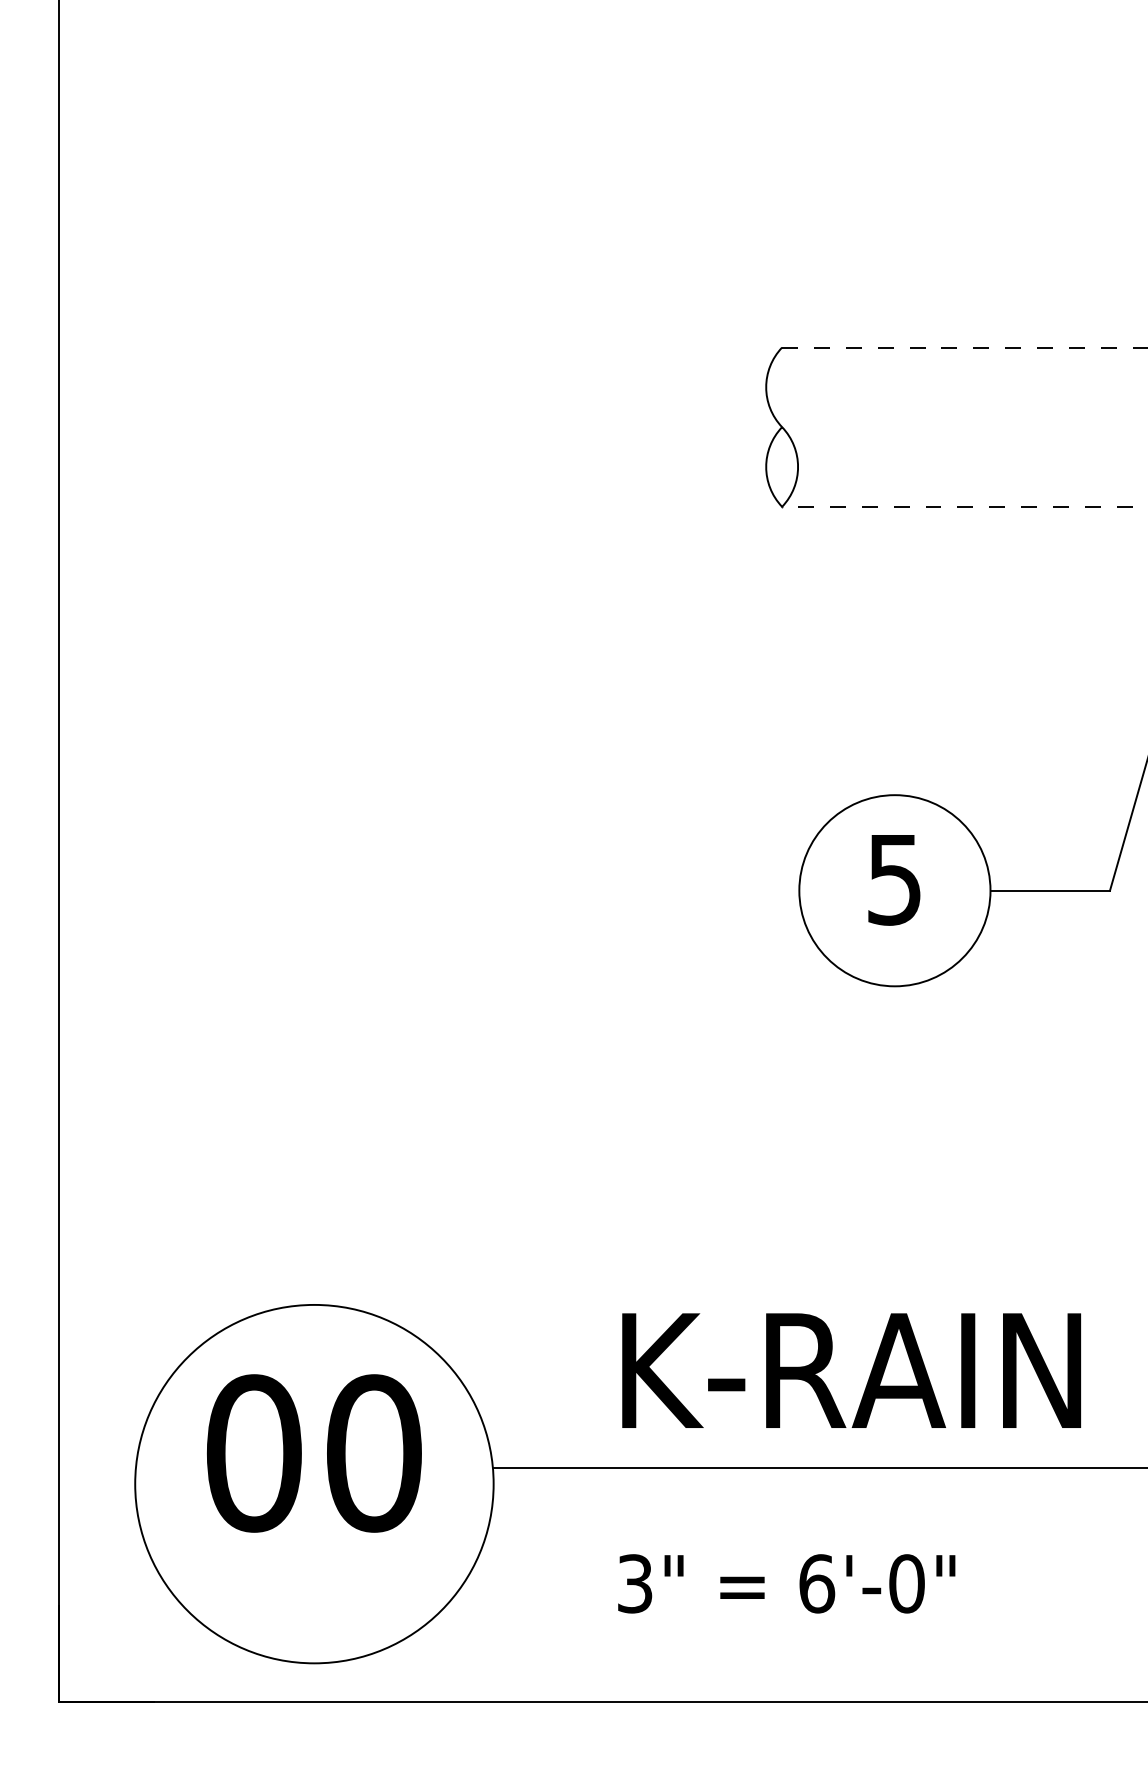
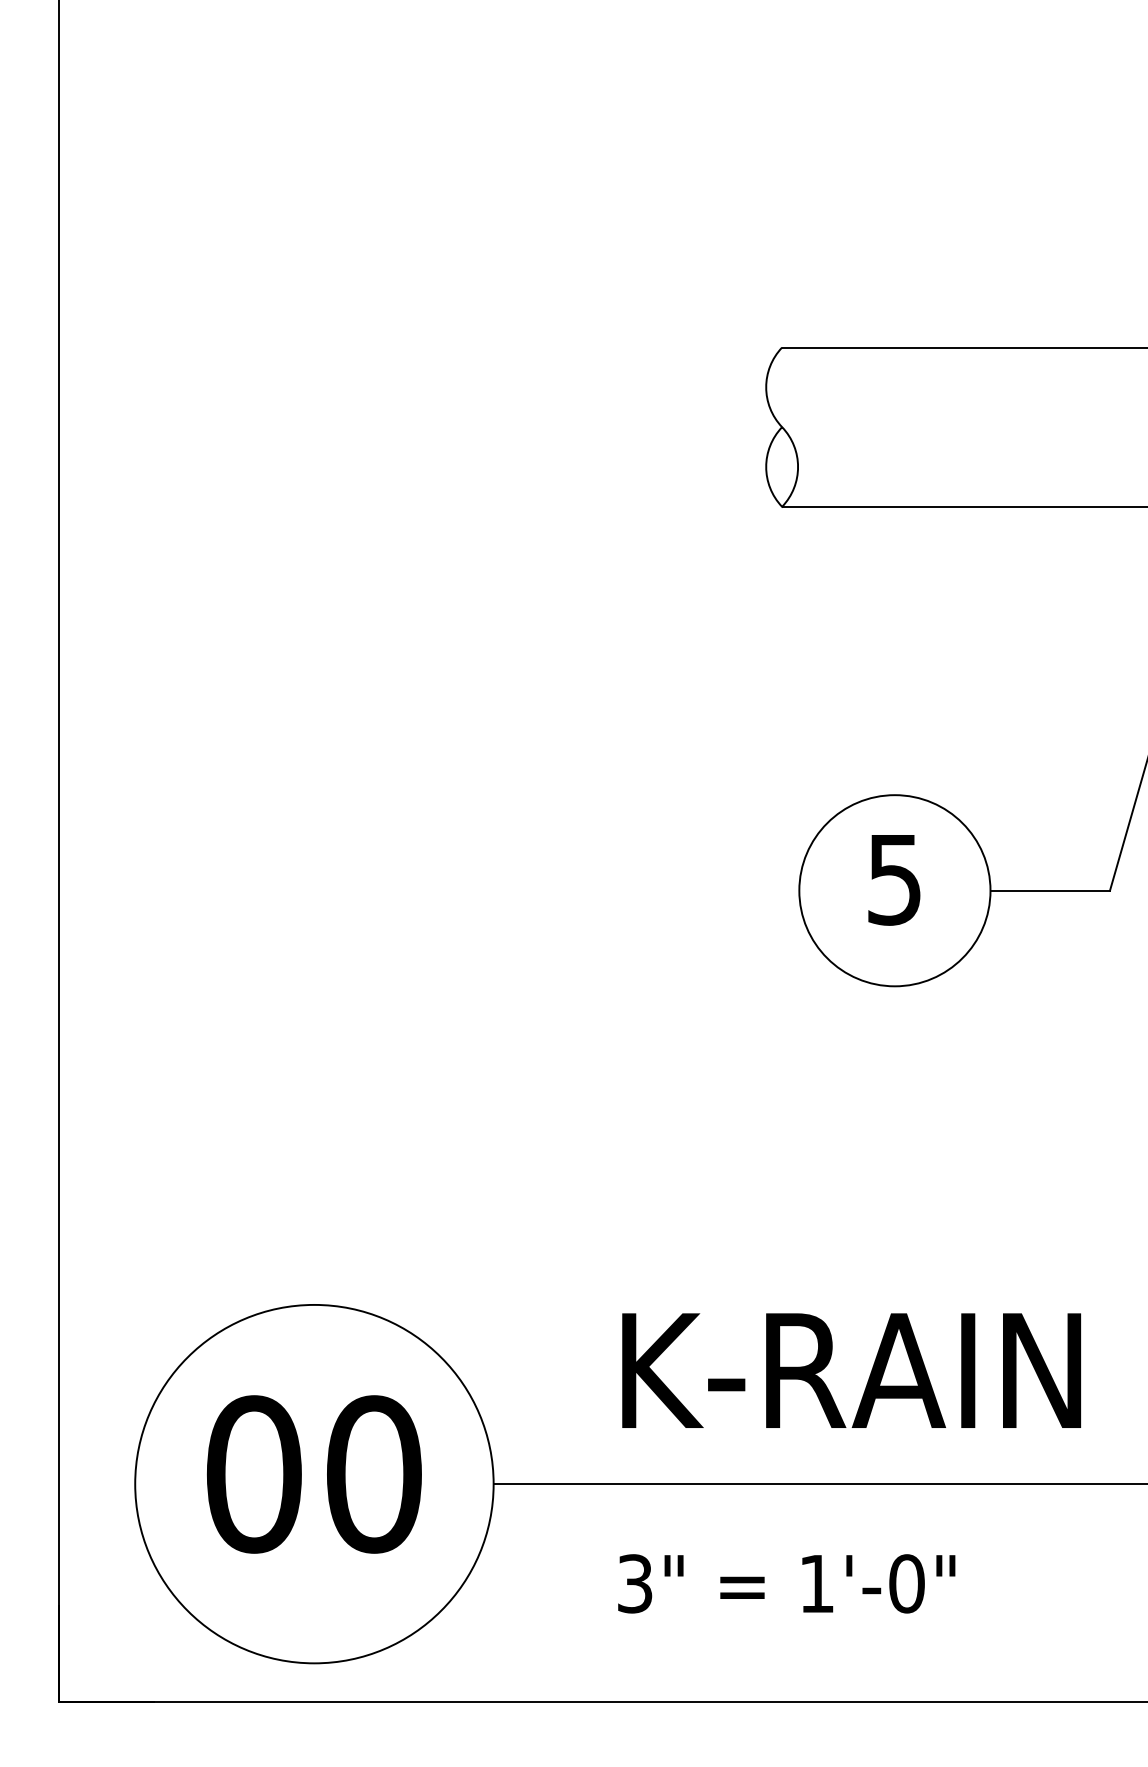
line at (965, 347): dashed -> solid
line at (964, 506): dashed -> solid
text at (314, 1453) position: (314, 1453) -> (314, 1474)
line at (818, 1468) position: (818, 1468) -> (818, 1484)
text at (817, 1583): 6'-0" -> 1'-0"
